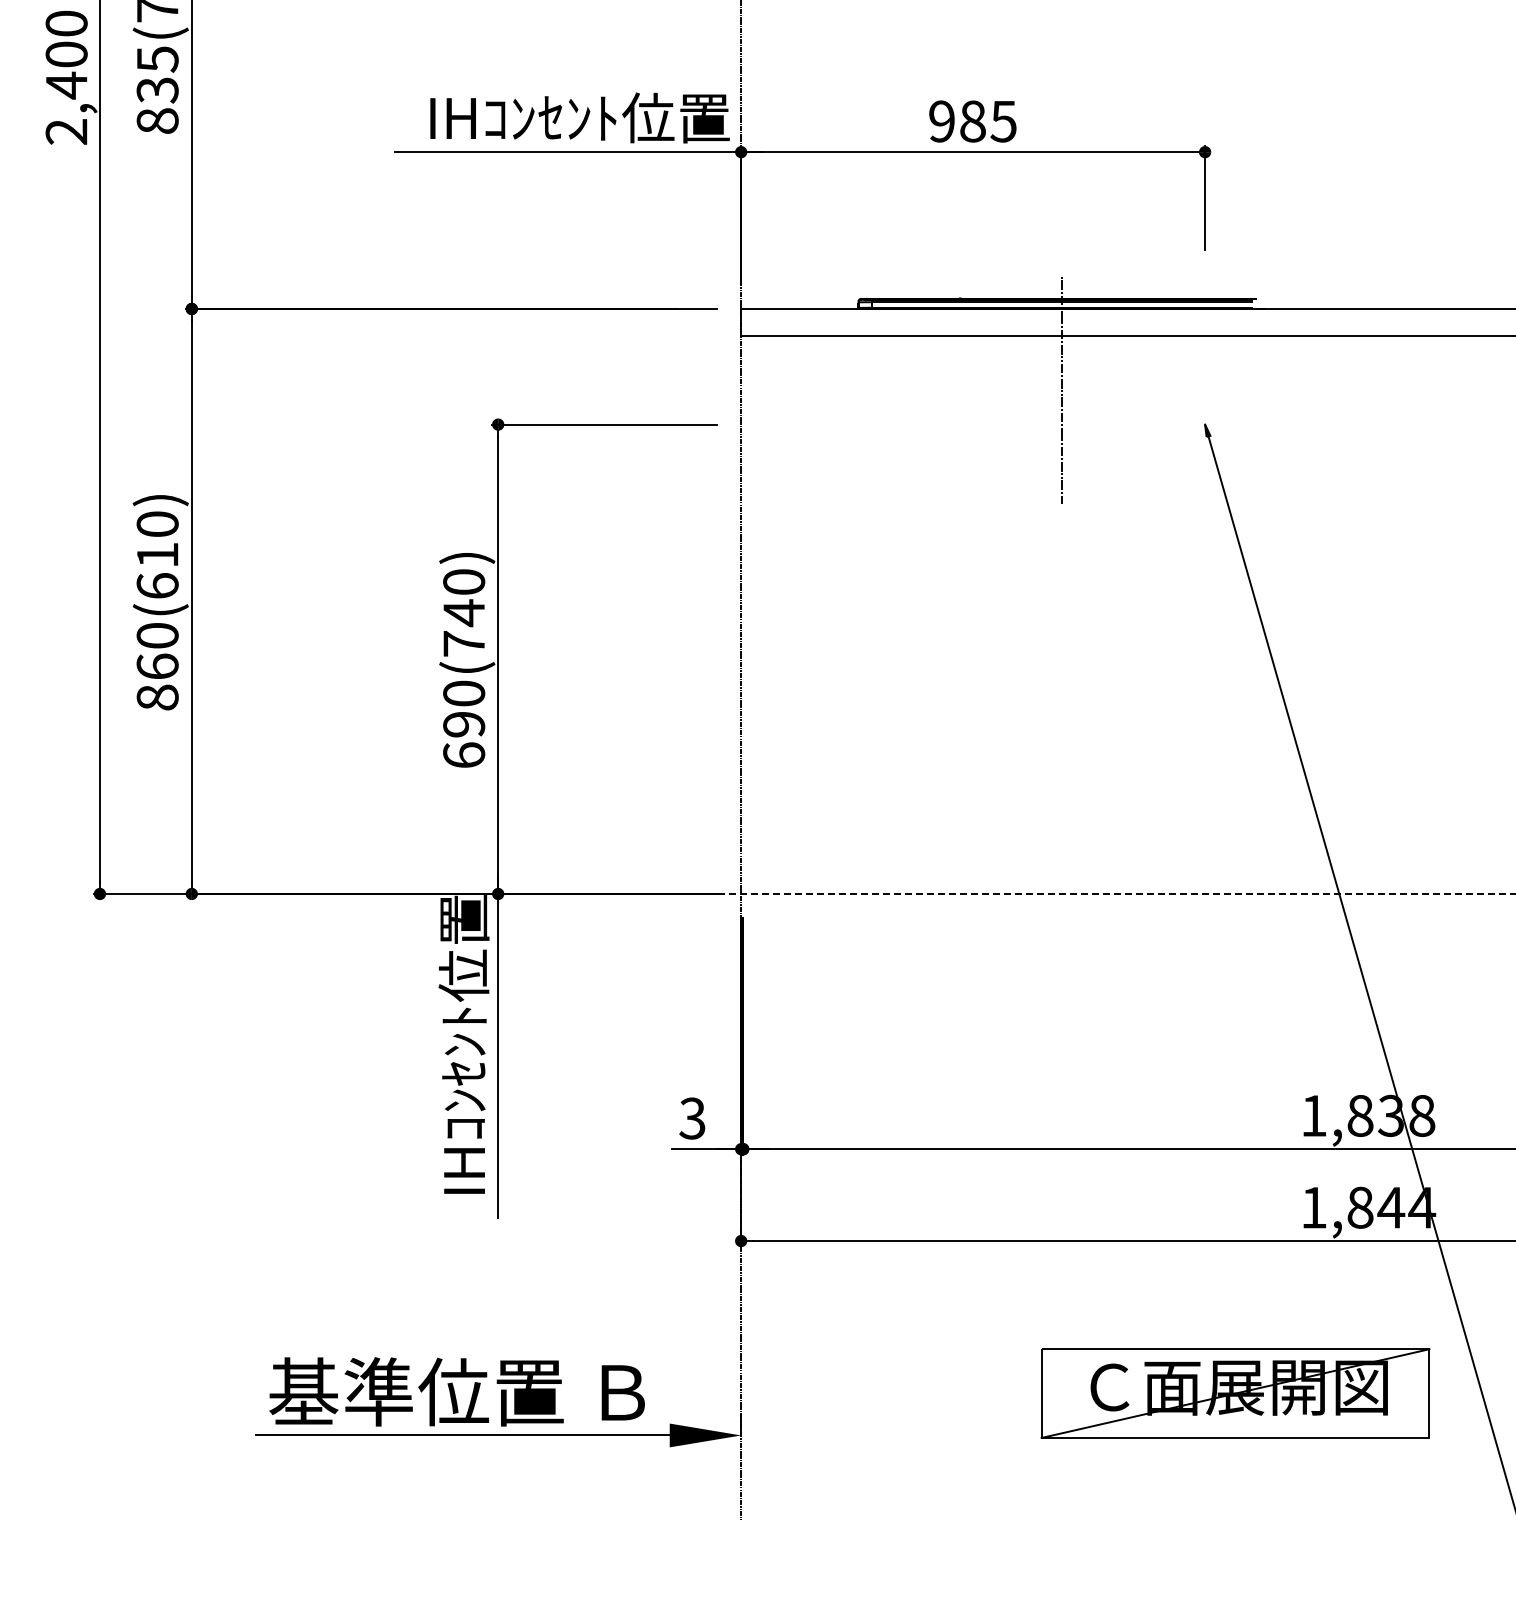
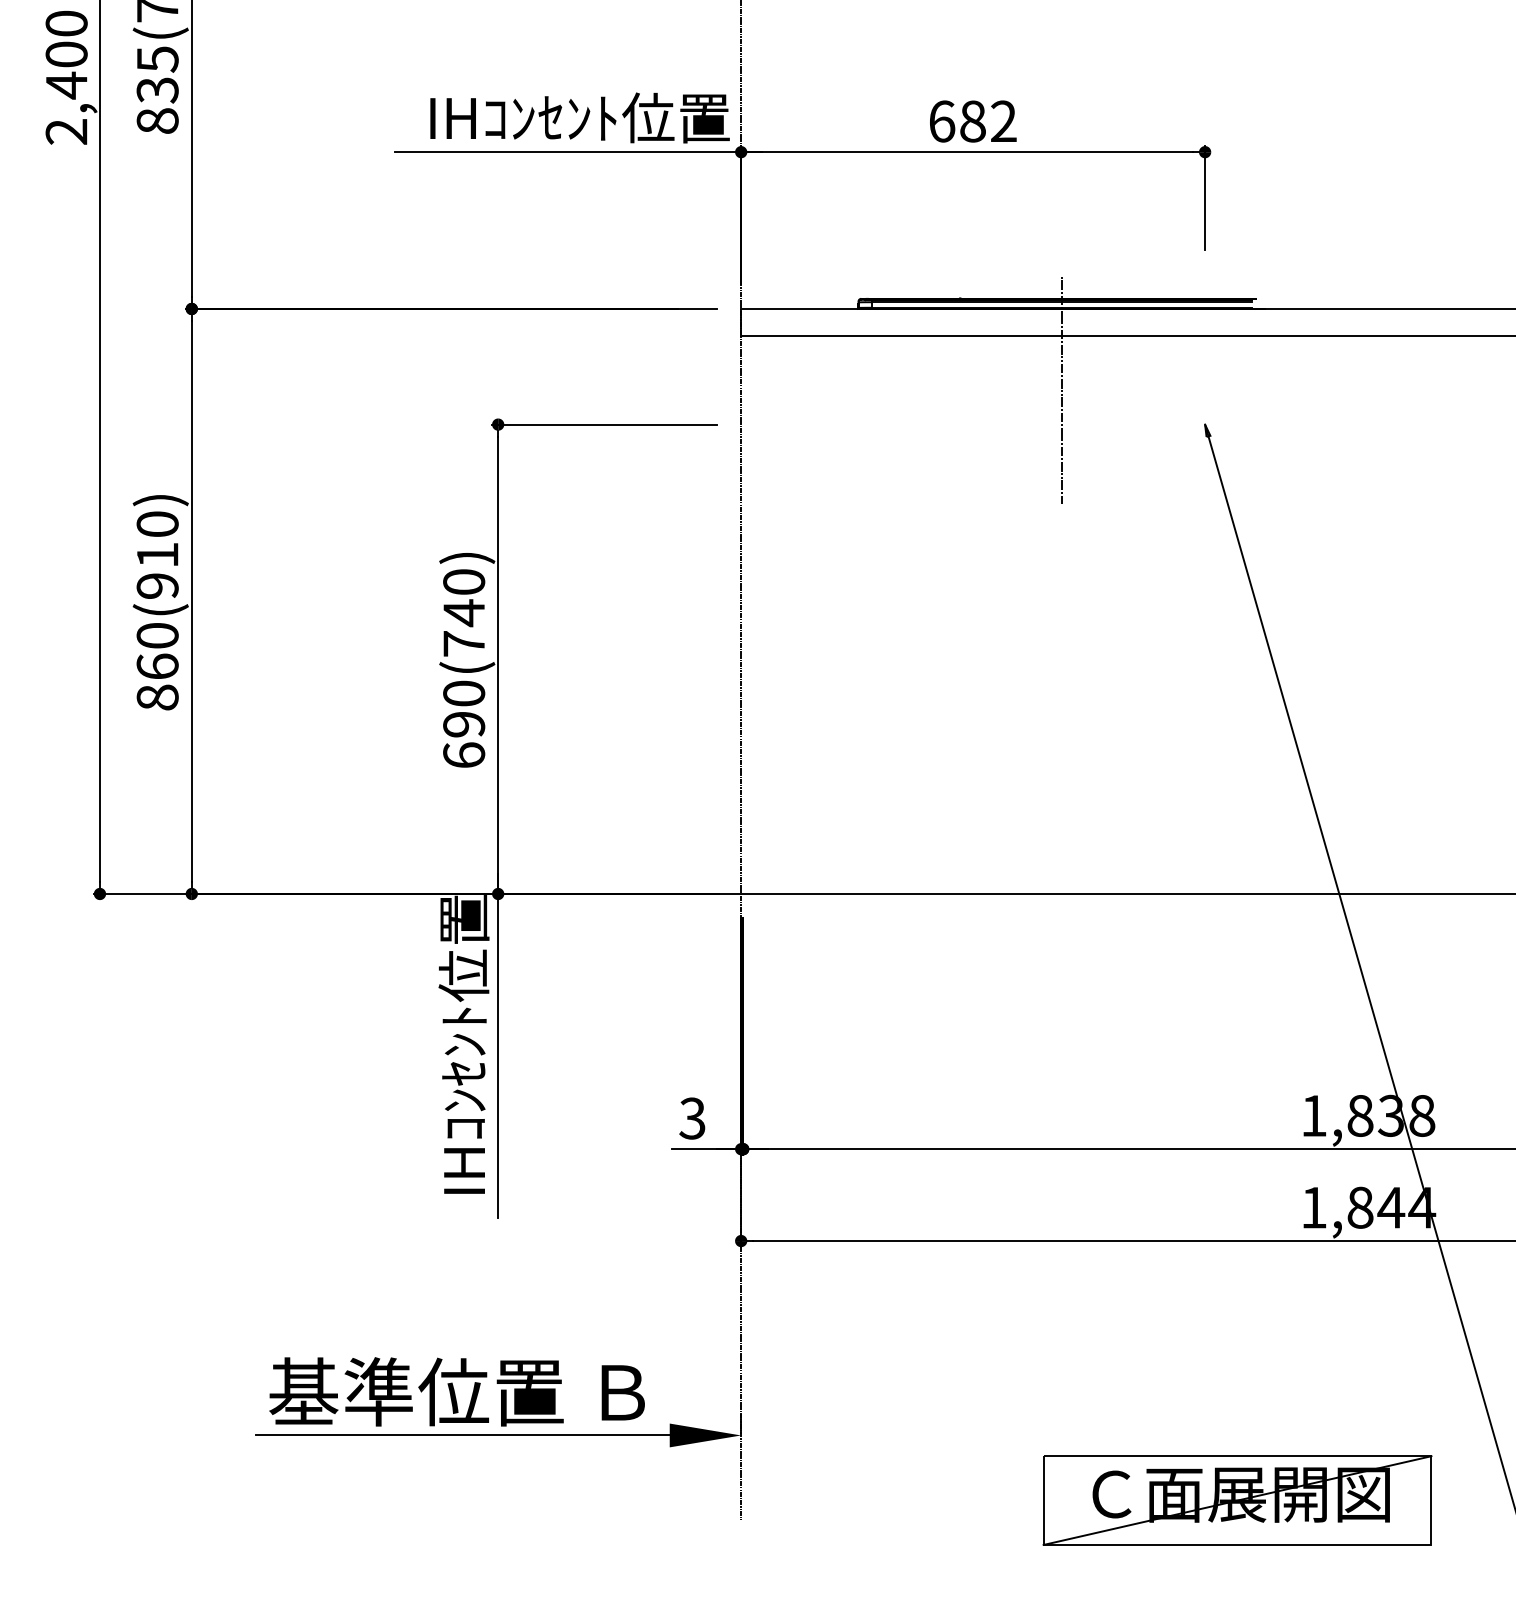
text at (972, 121): 985 -> 682
text at (157, 585): 860(610) -> 860(910)
line at (1061, 893): dashed -> solid
part at (1235, 1393) position: (1235, 1393) -> (1237, 1500)
